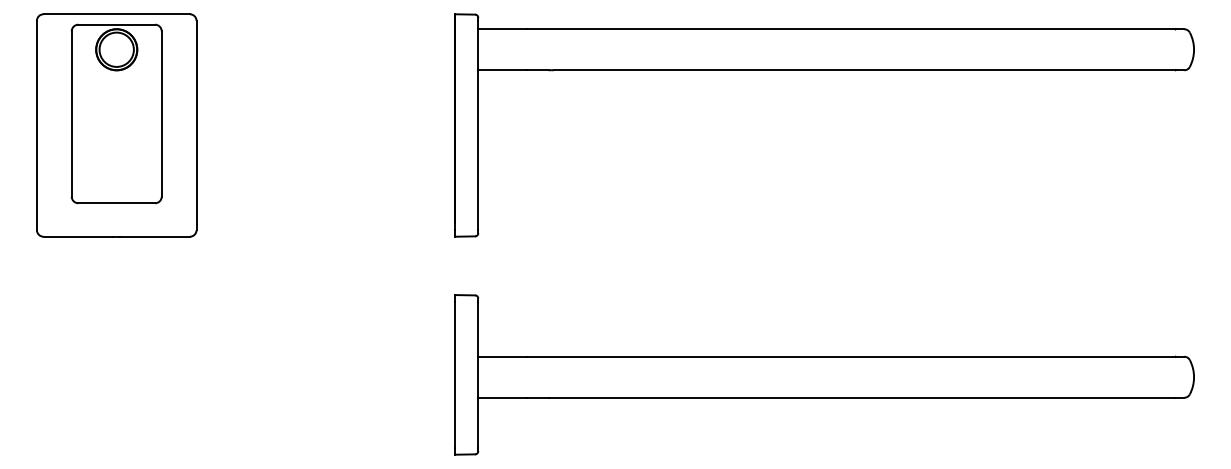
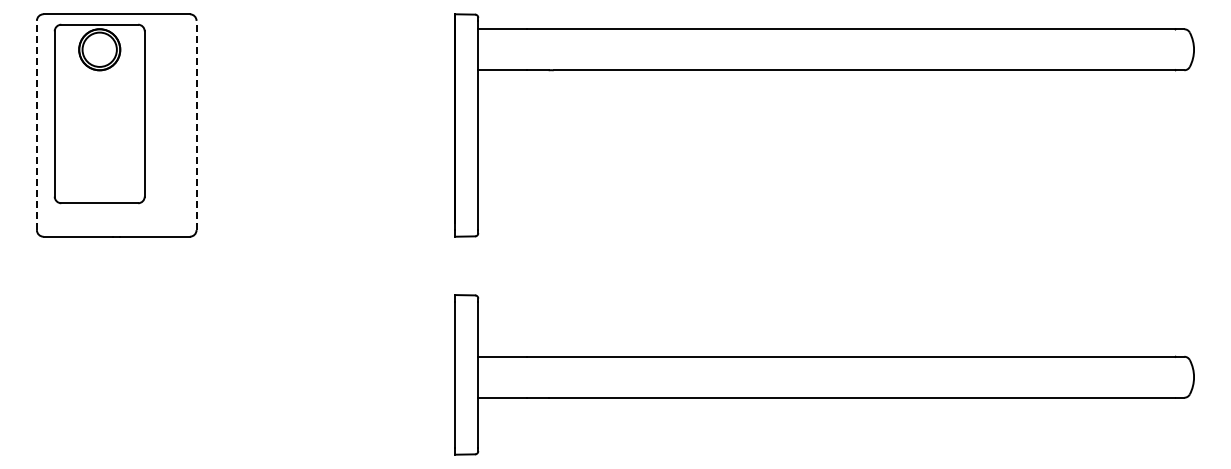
part at (116, 113) position: (116, 113) -> (99, 113)
line at (36, 125): solid -> dashed
line at (196, 125): solid -> dashed
